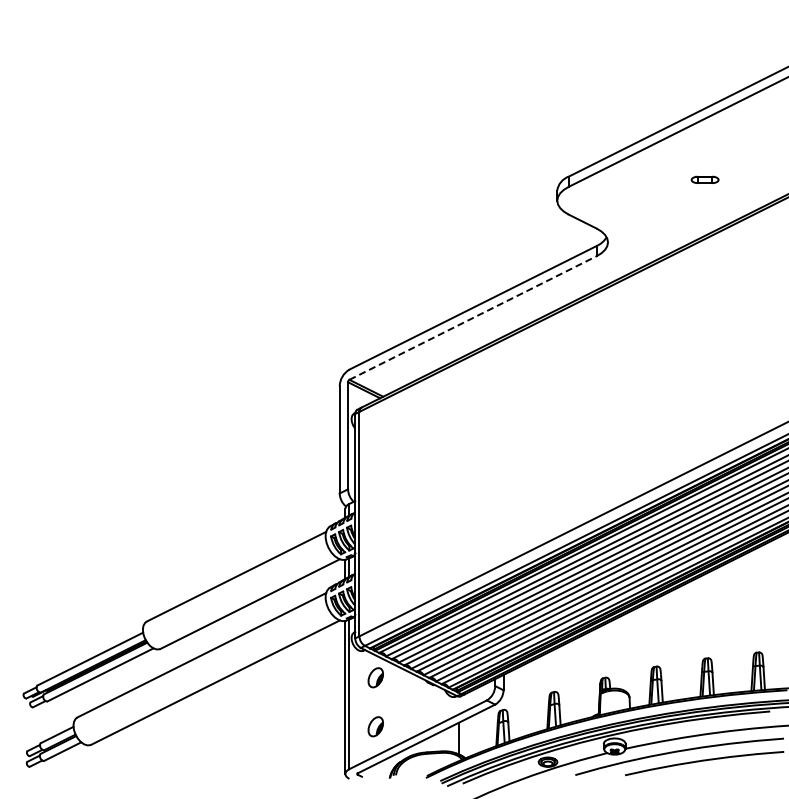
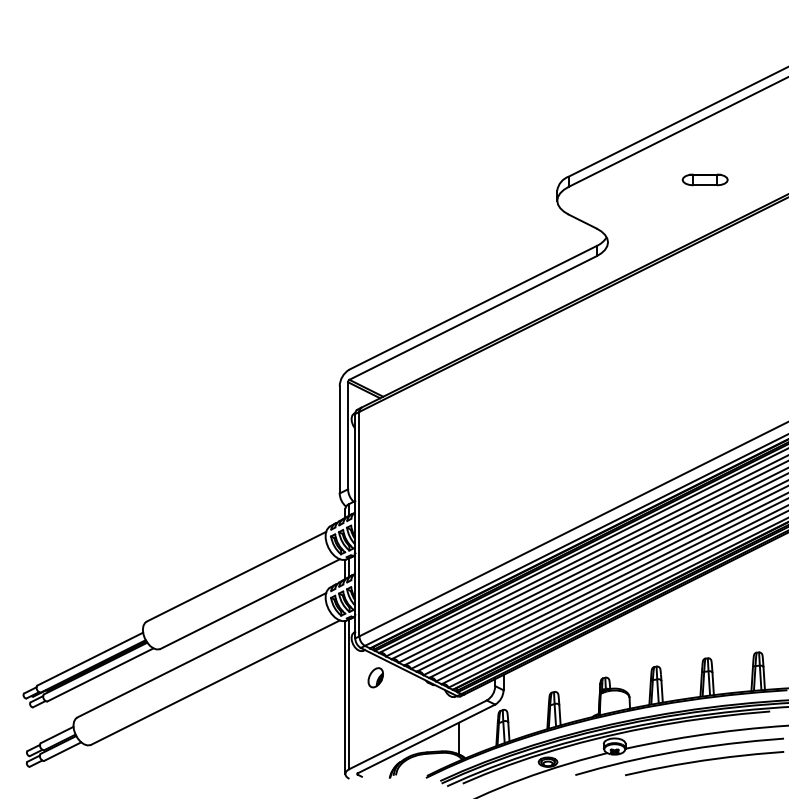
part at (704, 179) size: 30x9 px -> 48x14 px
line at (473, 317): dashed -> solid
part at (375, 726): present -> none
